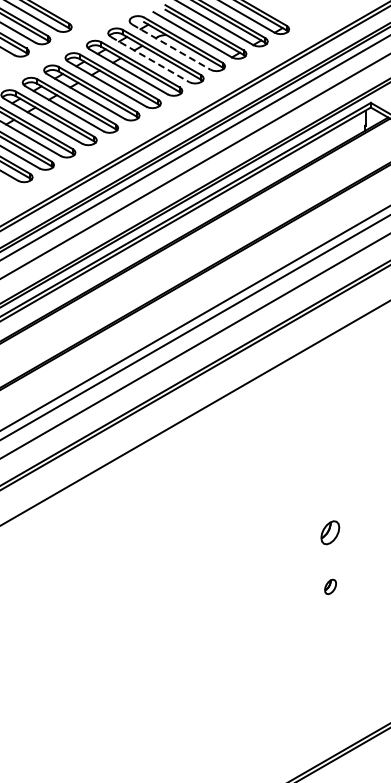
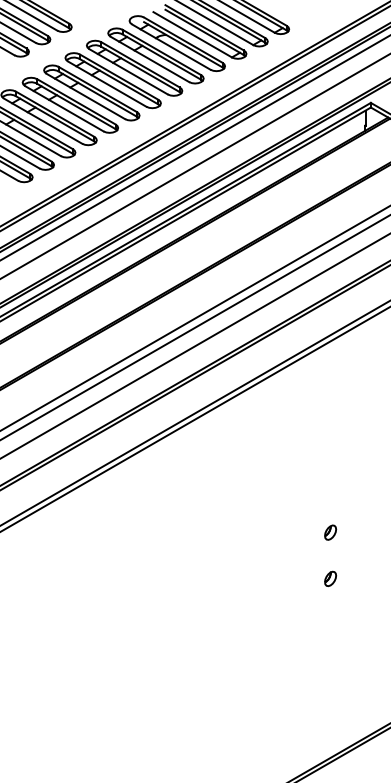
line at (171, 47): dashed -> solid
line at (150, 59): dashed -> solid
line at (194, 419): none -> present
part at (330, 532) size: 21x26 px -> 14x17 px
part at (330, 586) position: (330, 586) -> (330, 578)
